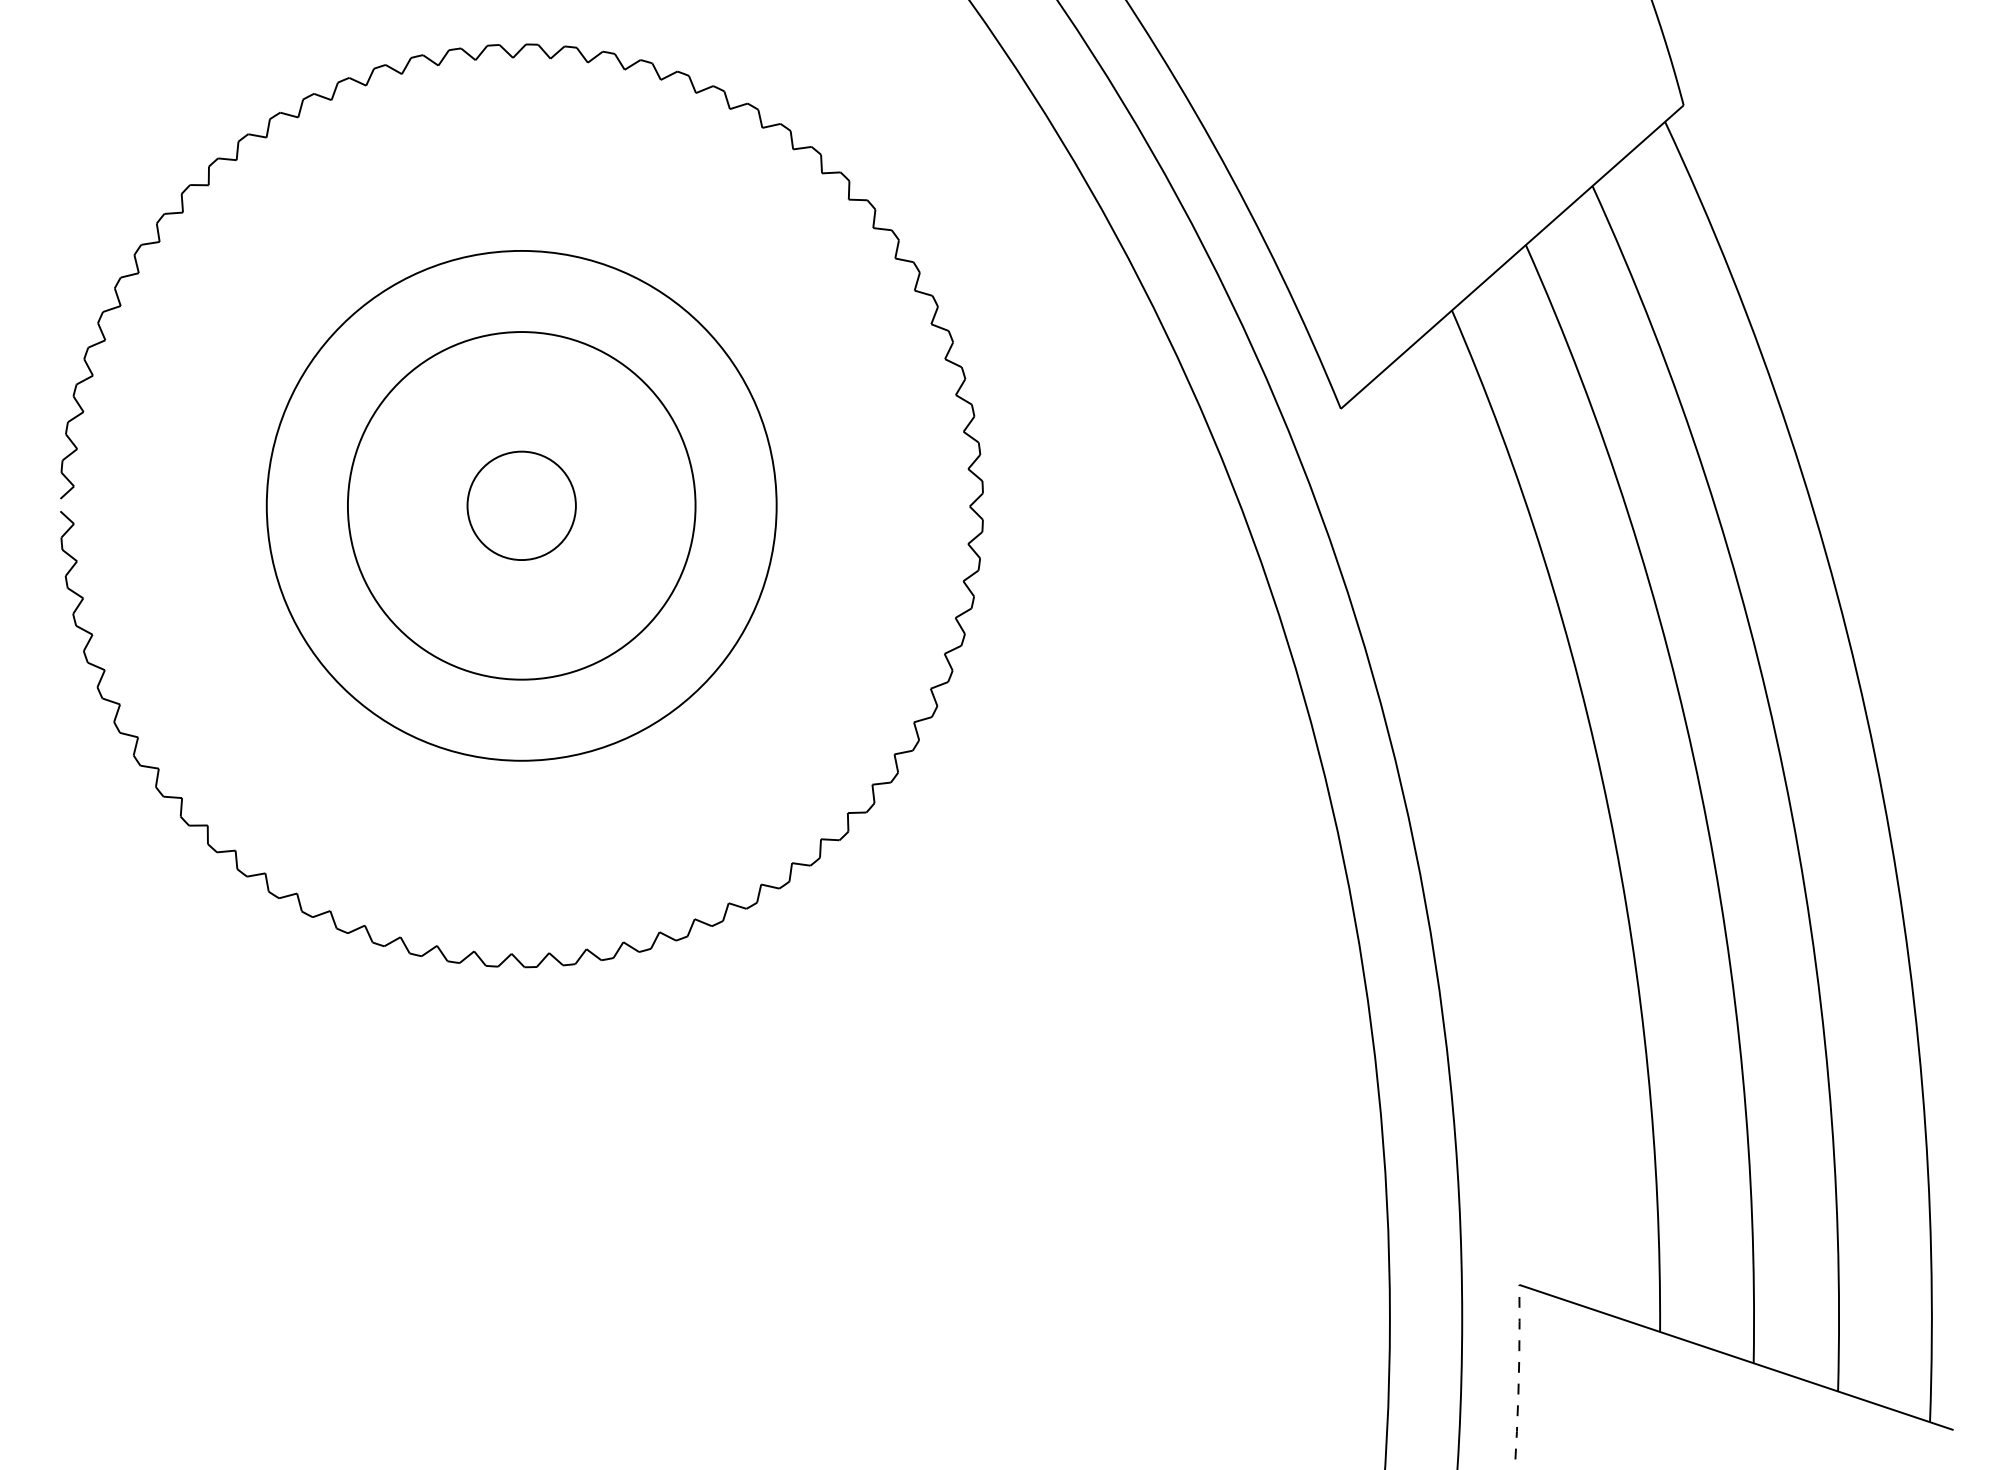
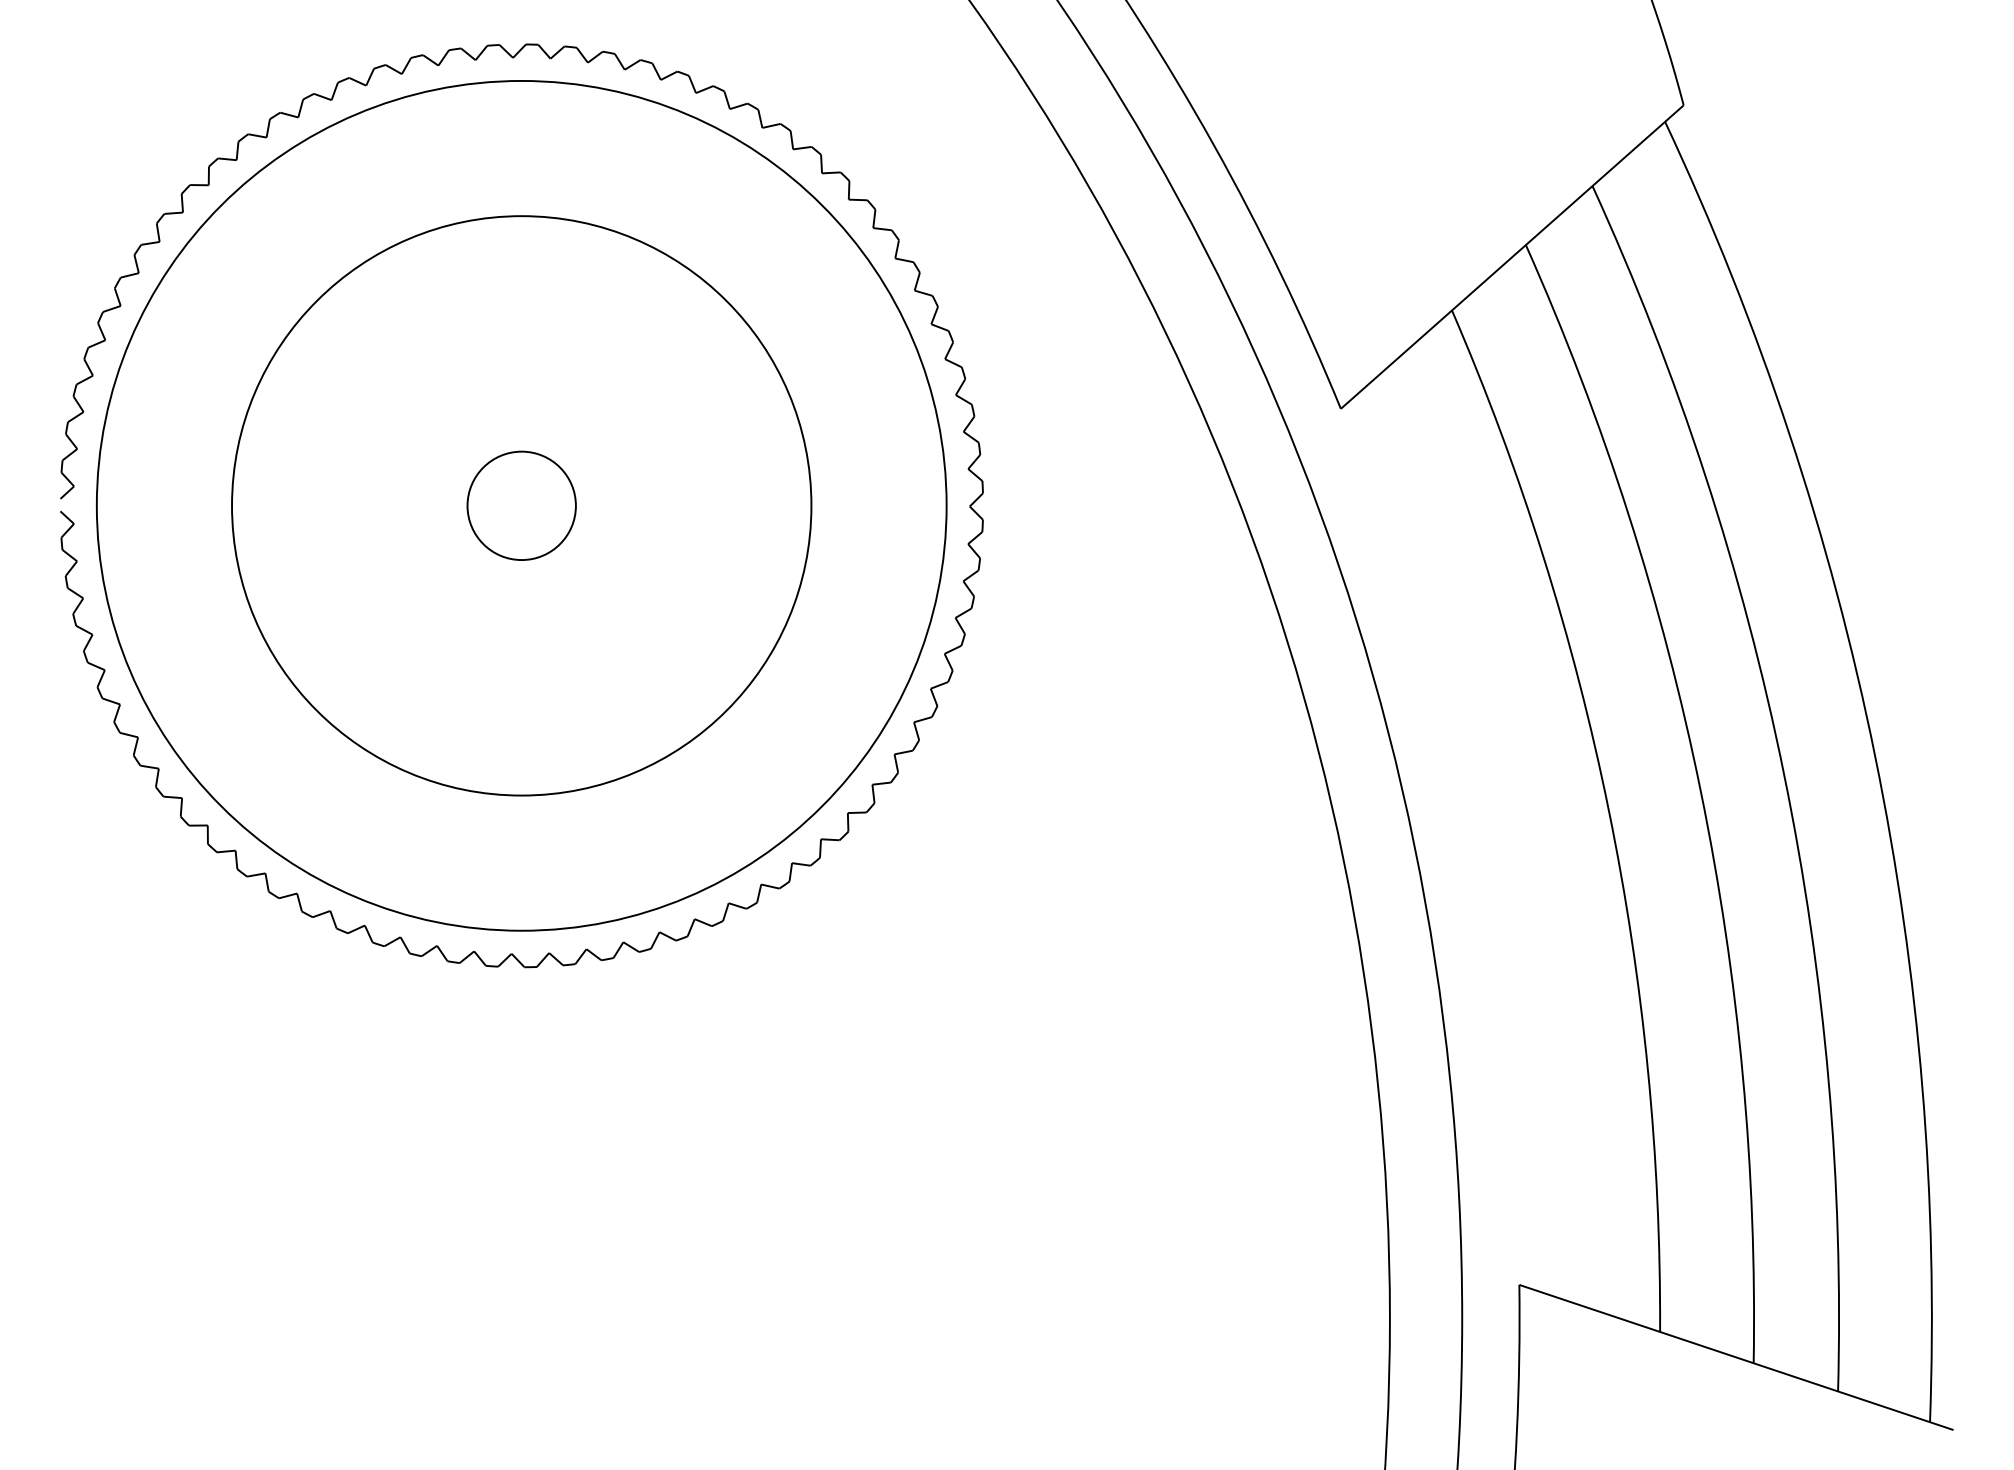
circle at (521, 505) diameter: 348 px -> 579 px
circle at (521, 505) diameter: 510 px -> 850 px
arc at (1518, 1377): dashed -> solid
